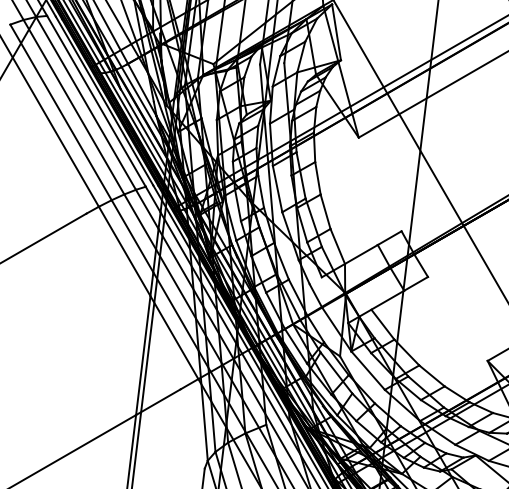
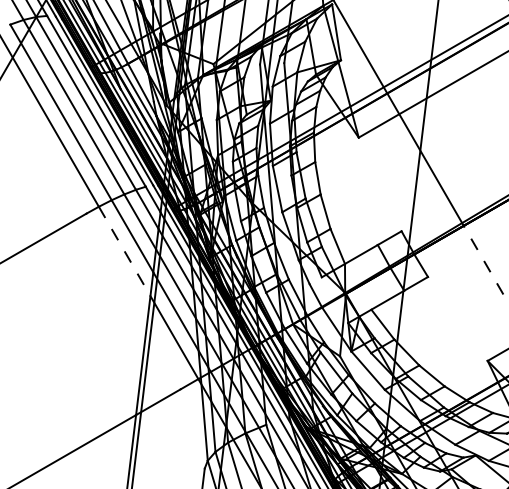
line at (124, 251): solid -> dashed
line at (486, 264): solid -> dashed
